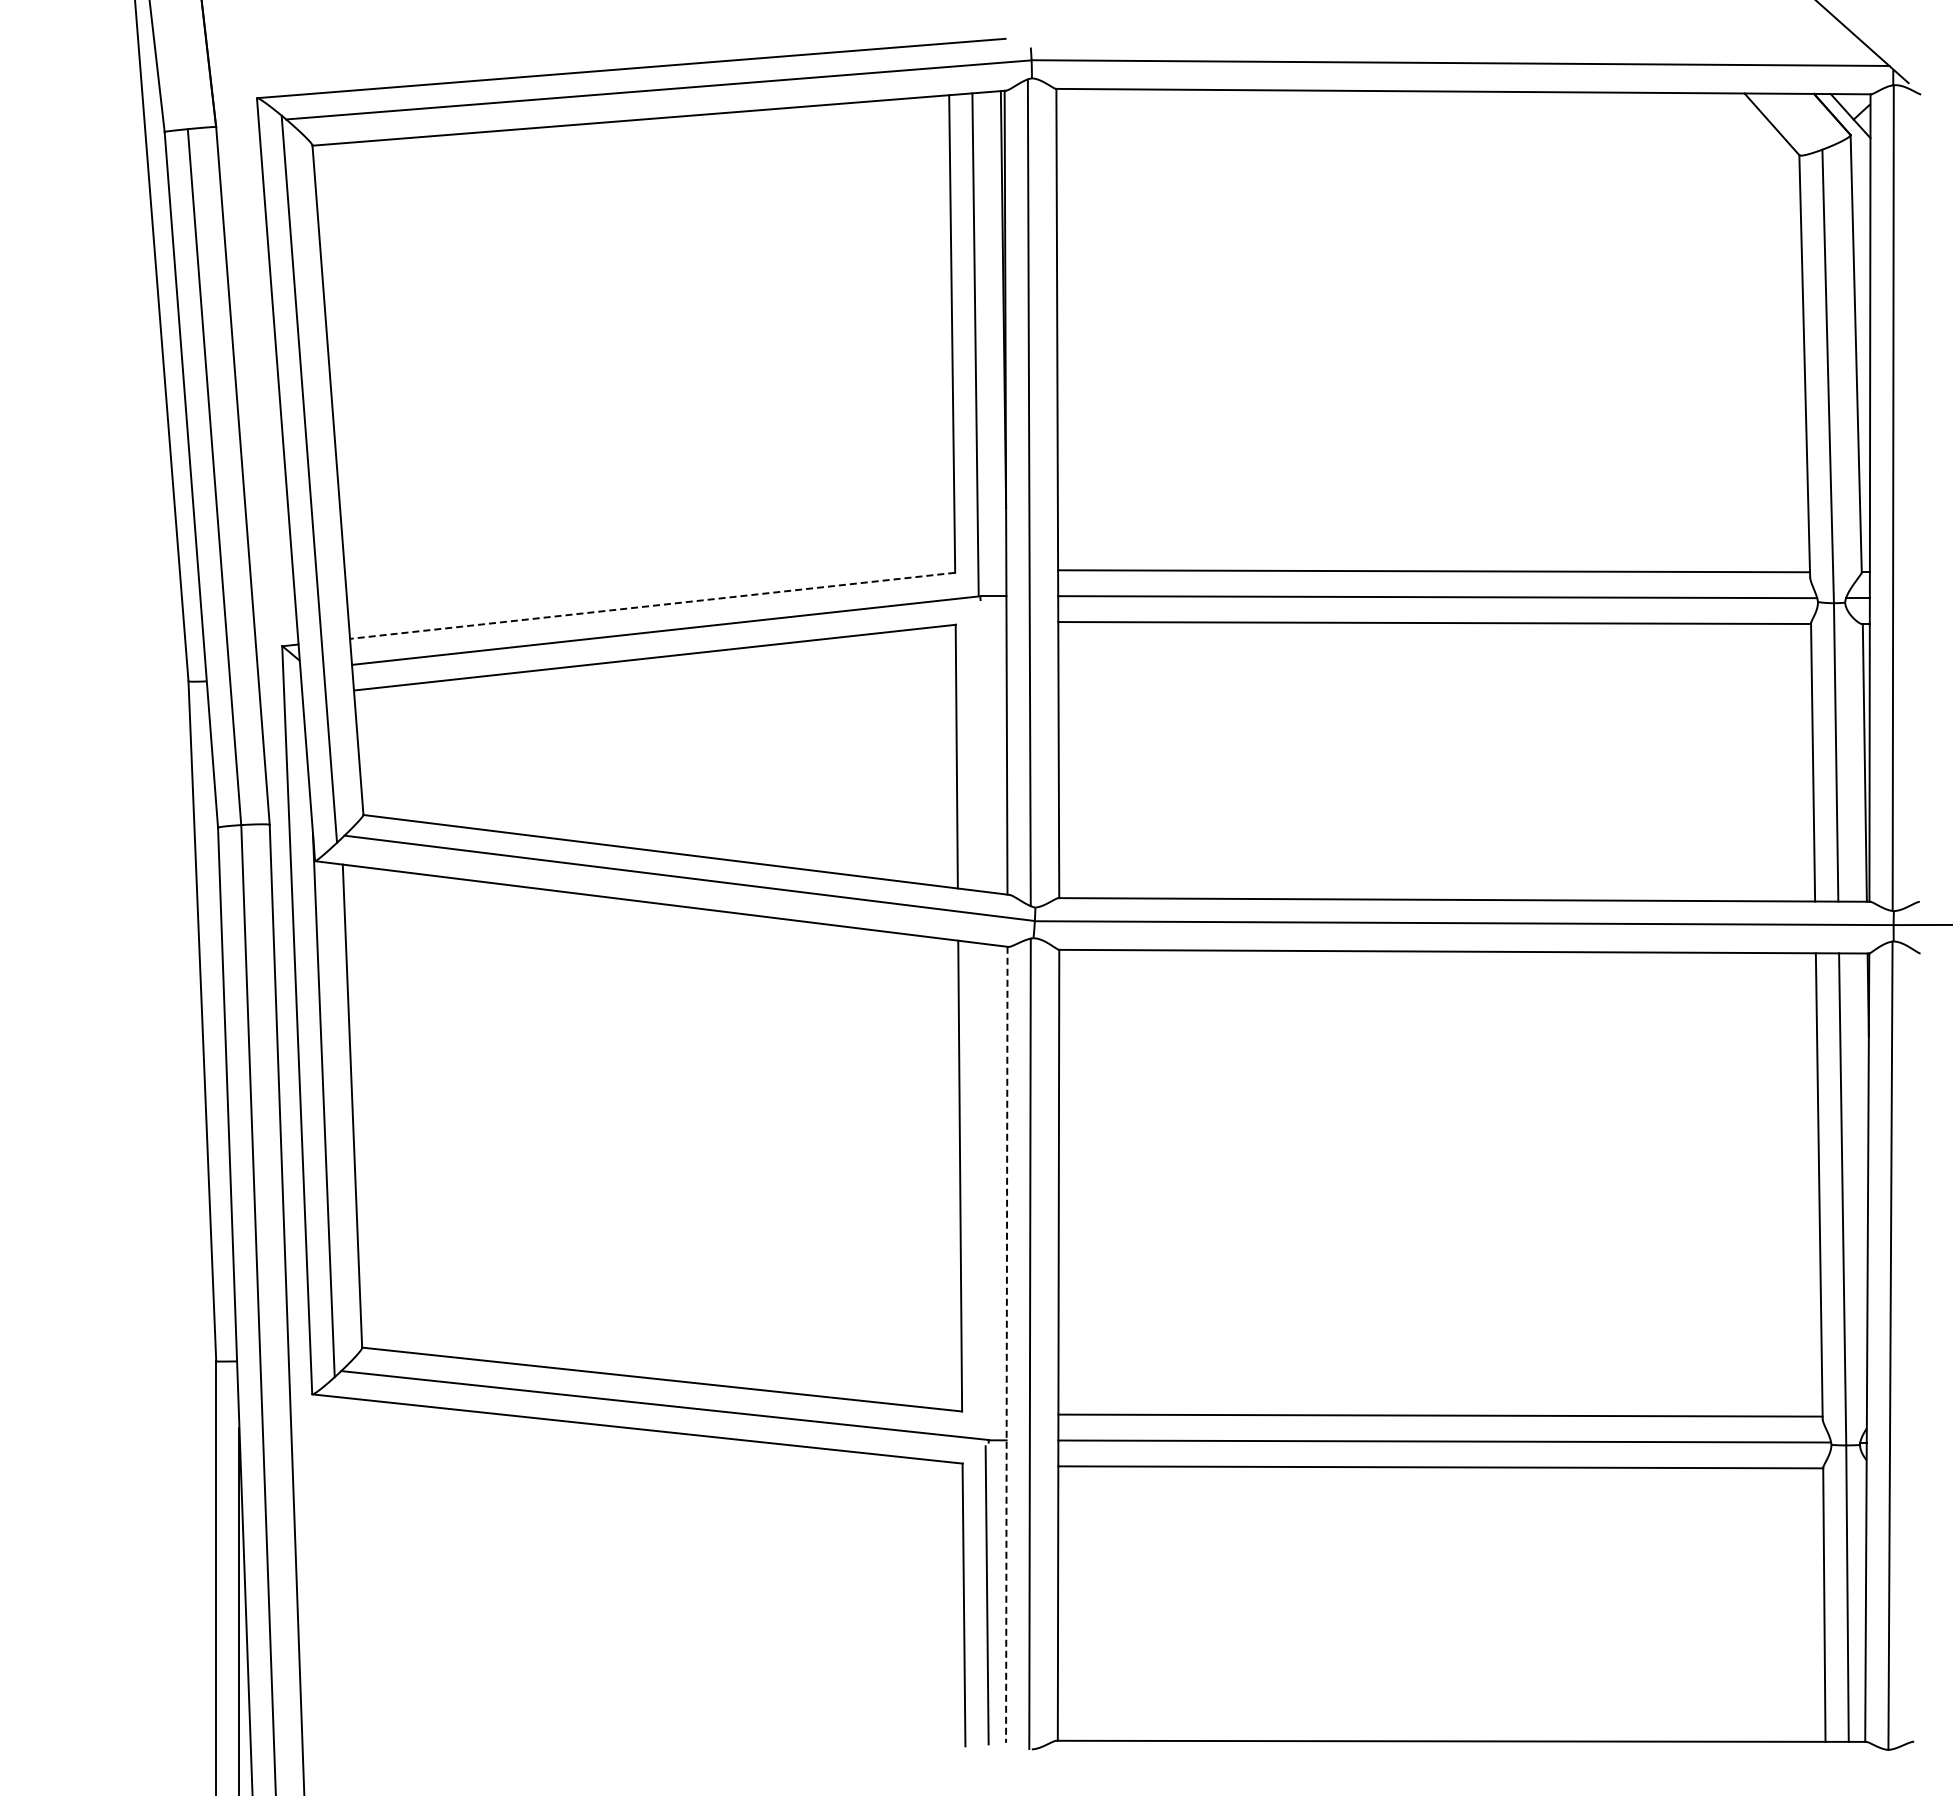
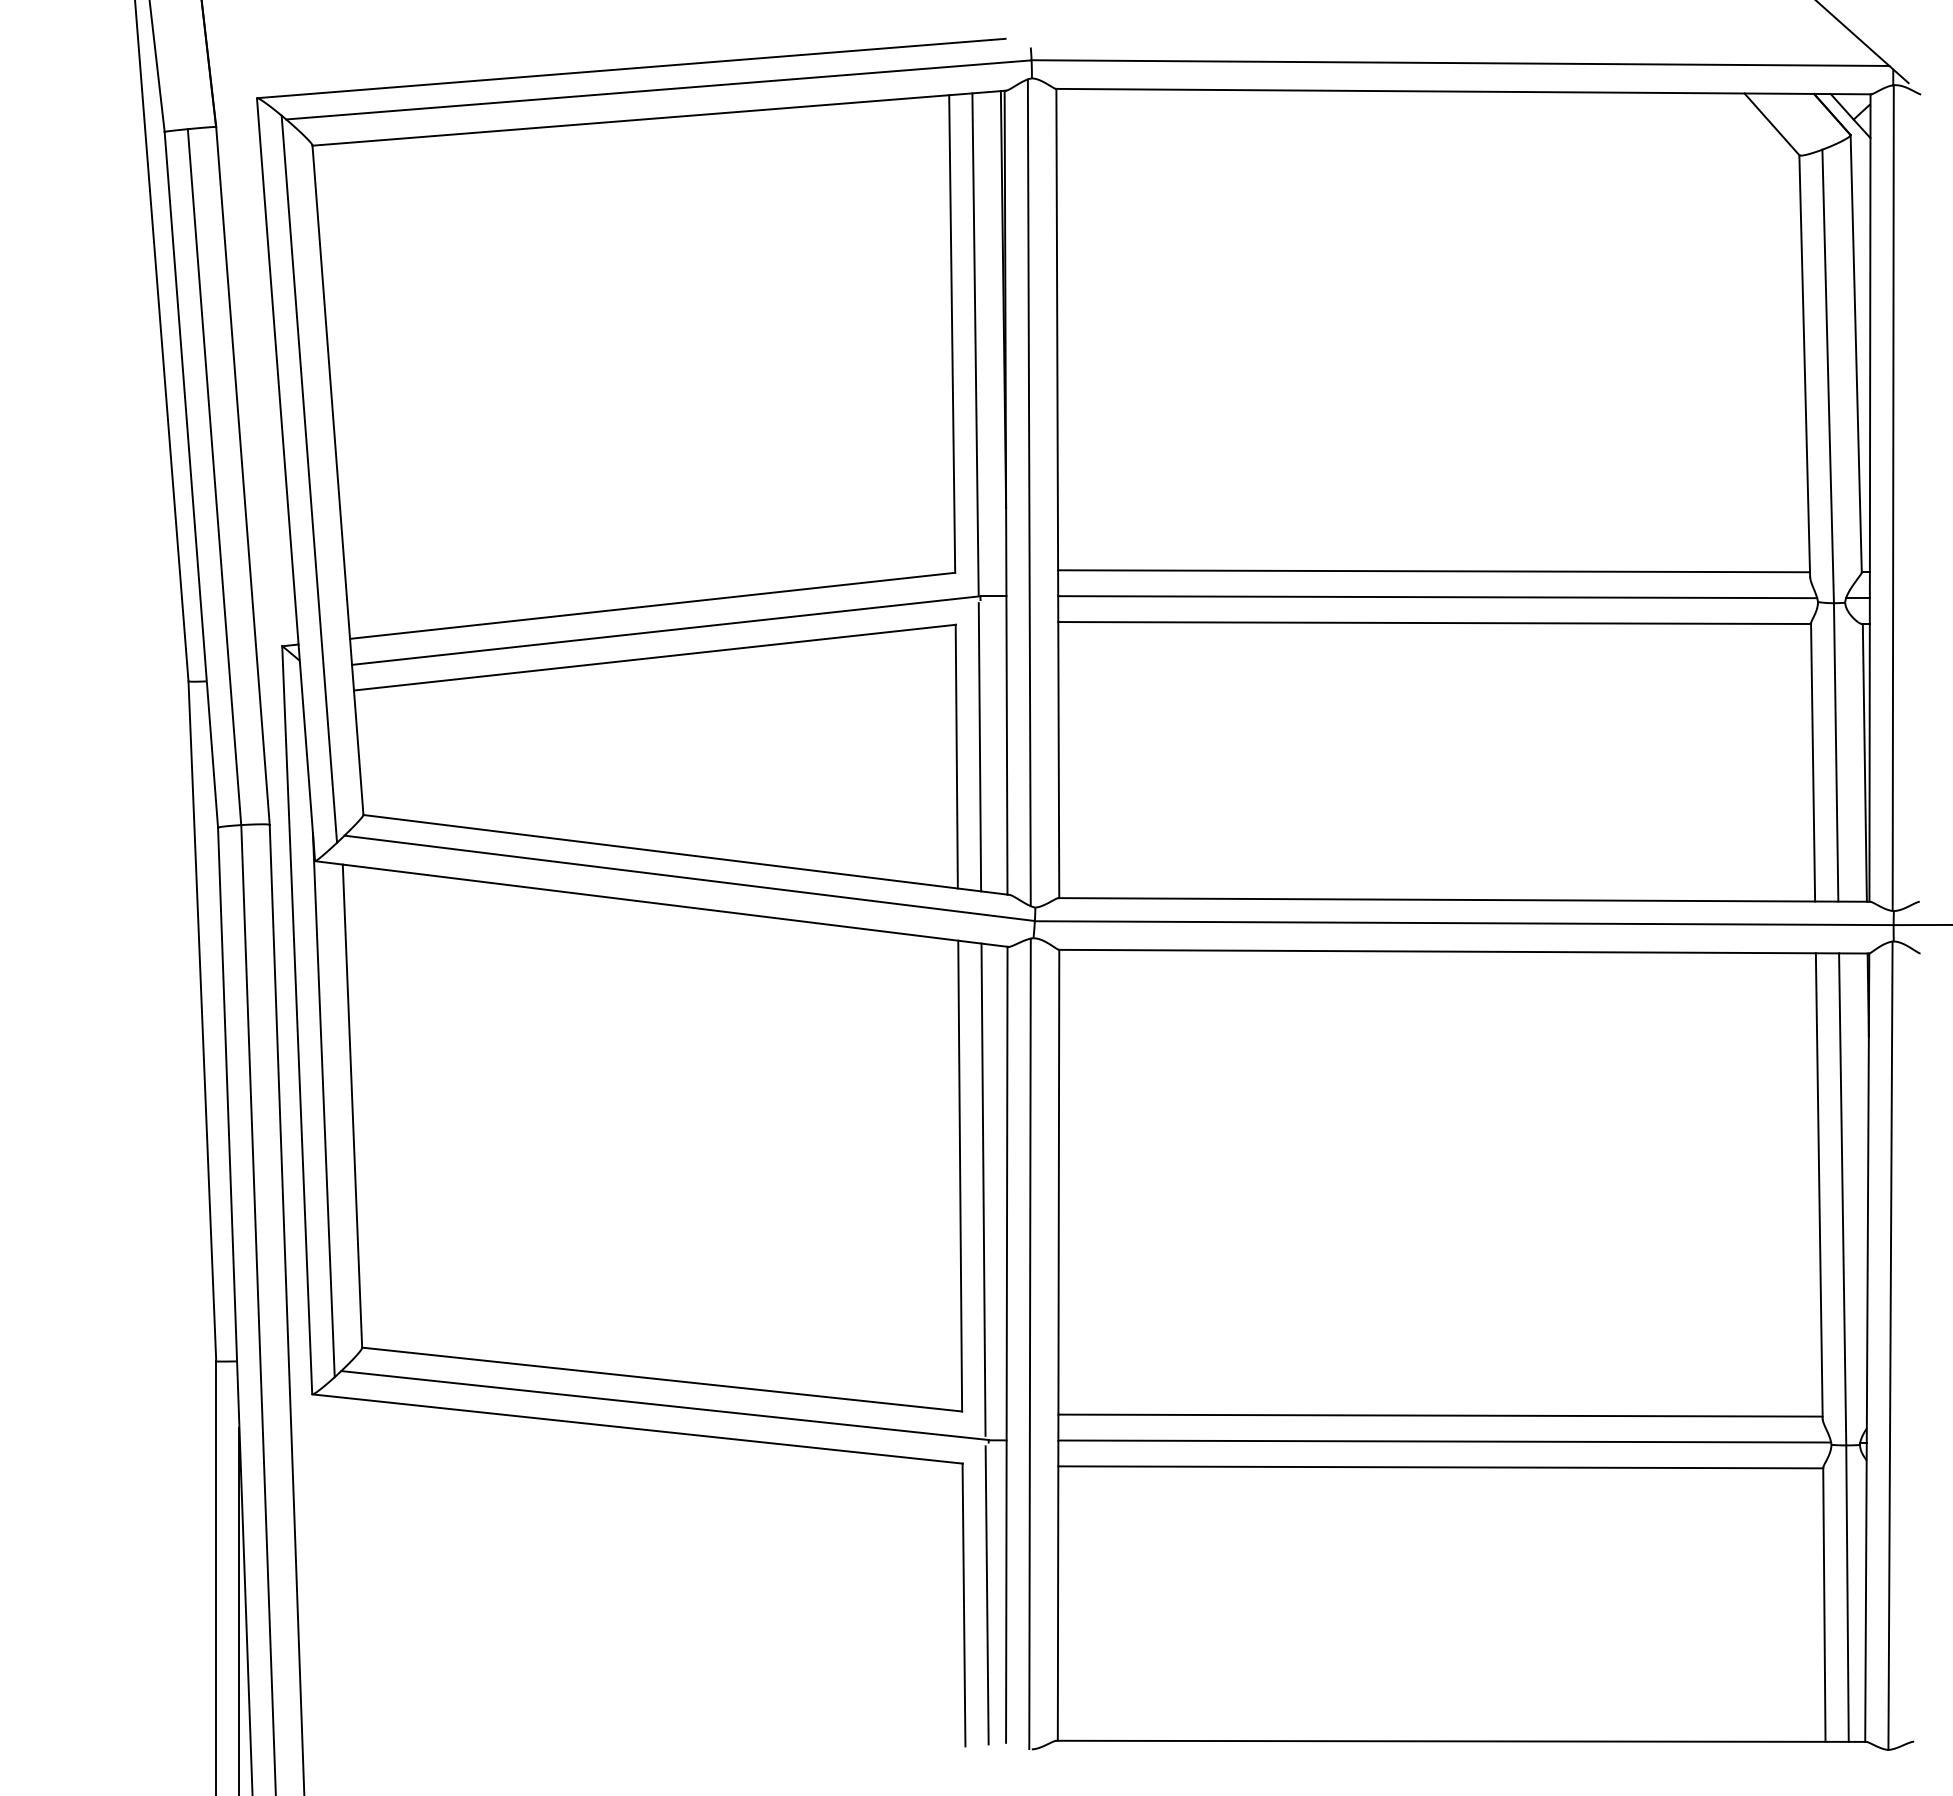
line at (652, 605): dashed -> solid
line at (979, 747): none -> present
line at (983, 1189): none -> present
line at (1006, 1345): dashed -> solid
